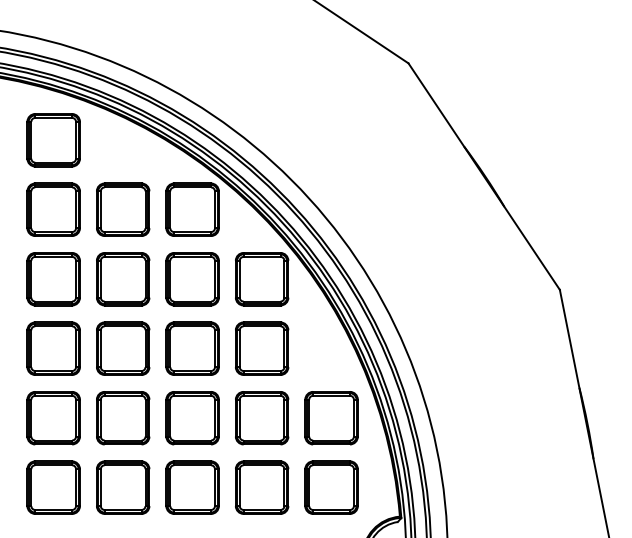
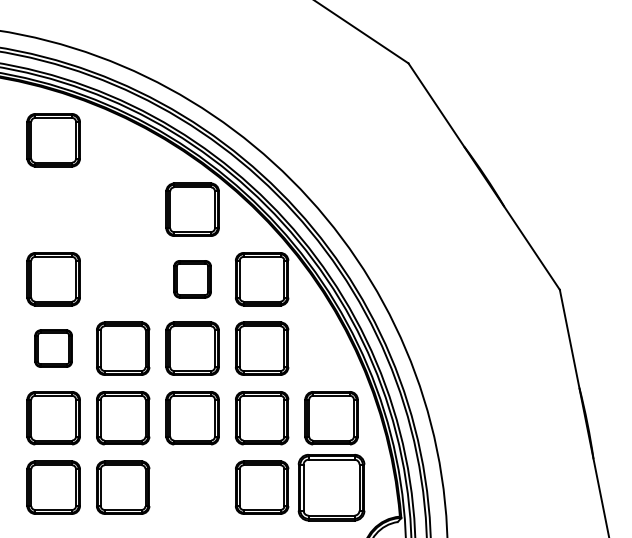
part at (53, 209): present -> none
part at (123, 209): present -> none
part at (123, 279): present -> none
part at (192, 279) size: 55x55 px -> 39x39 px
part at (53, 348) size: 55x55 px -> 39x39 px
part at (192, 487): present -> none
part at (331, 487) size: 55x55 px -> 69x68 px
